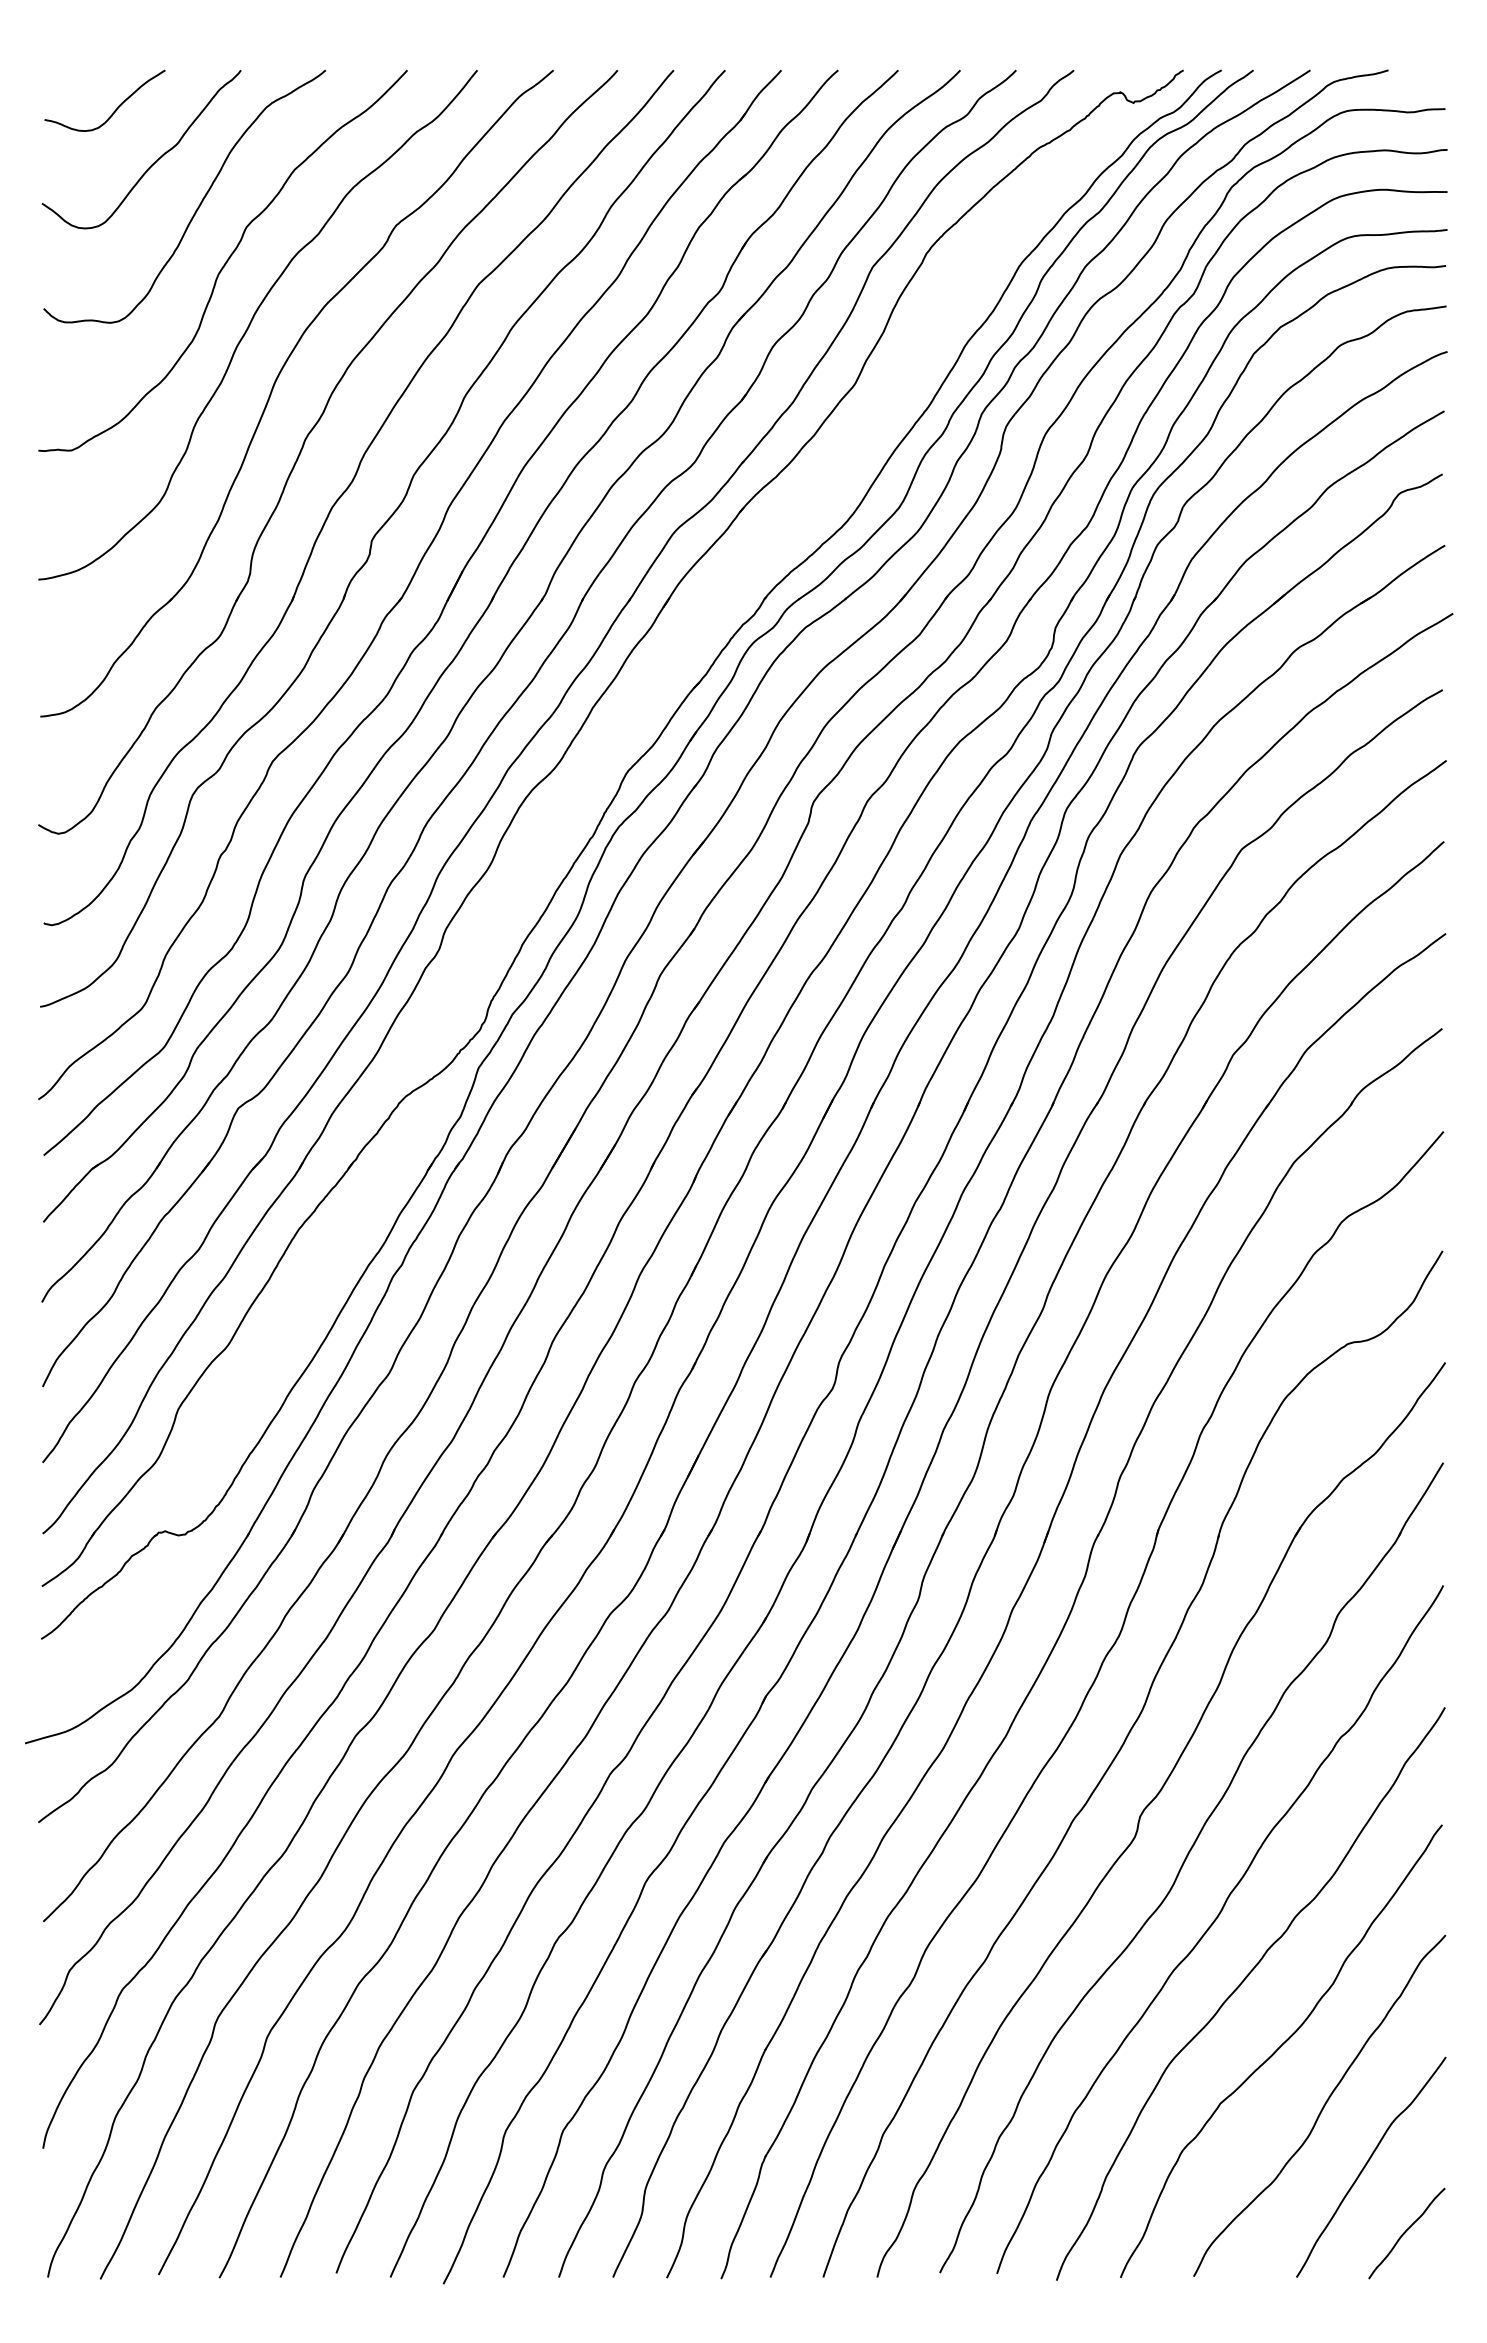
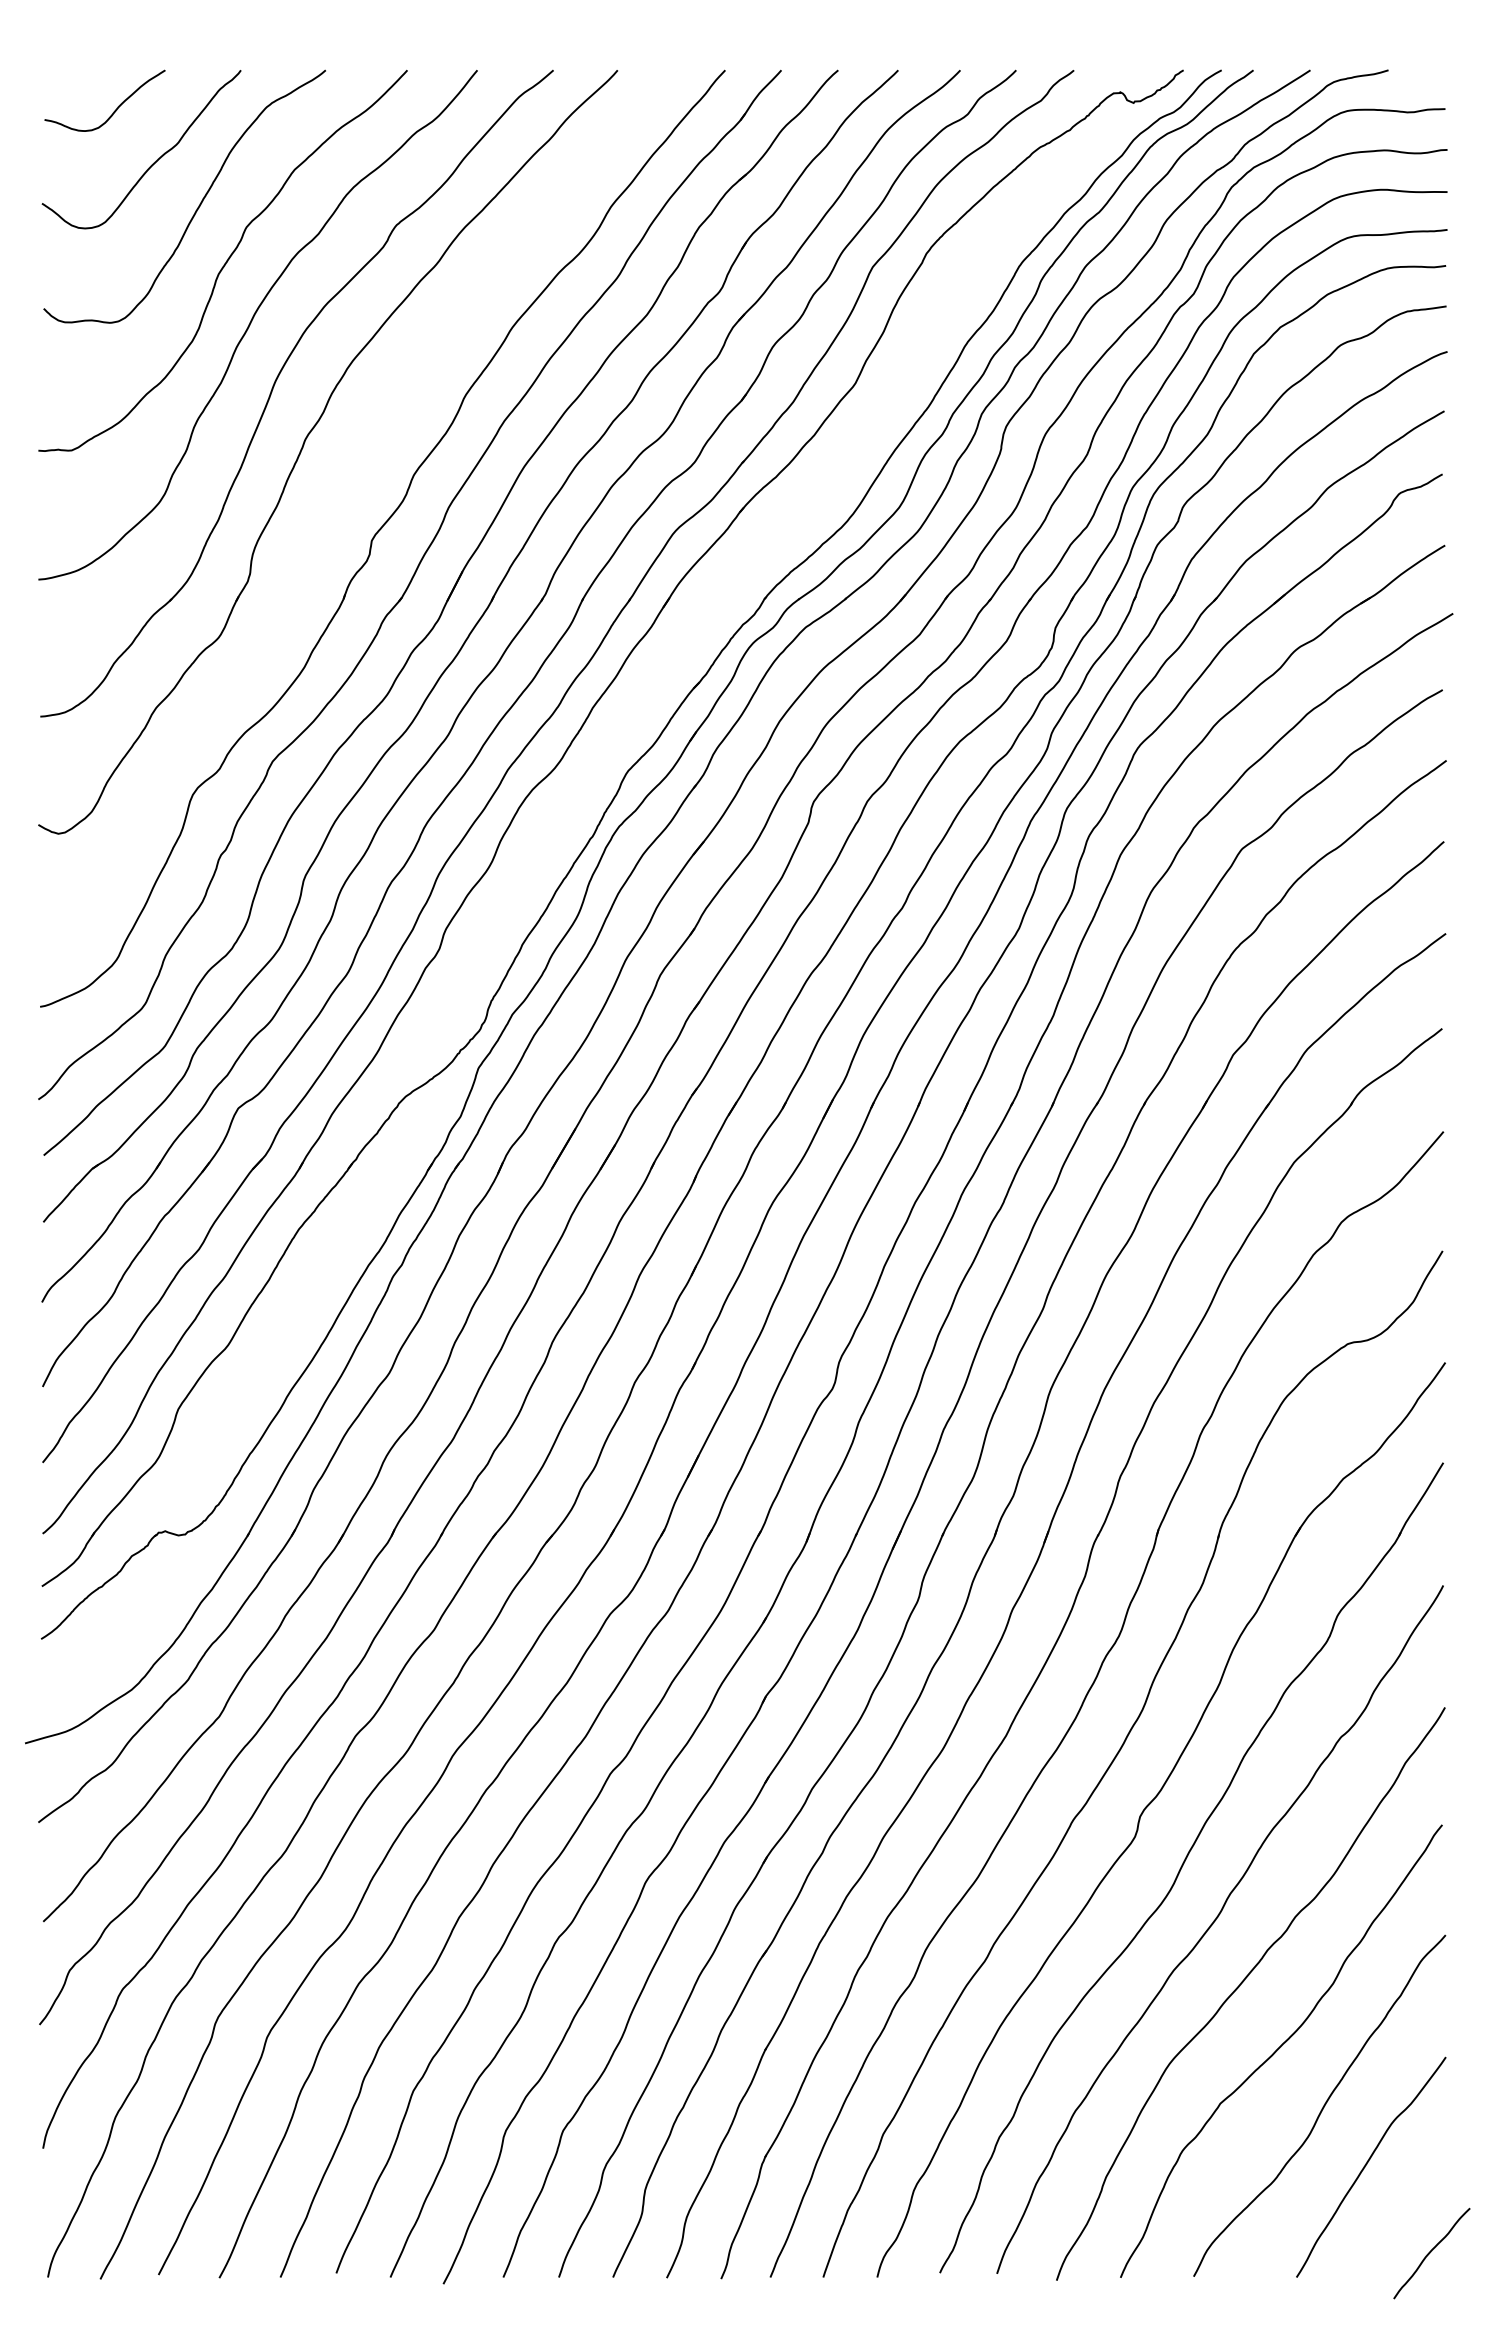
part at (347, 490): present -> none
curve at (1406, 2232) position: (1406, 2232) -> (1431, 2252)
